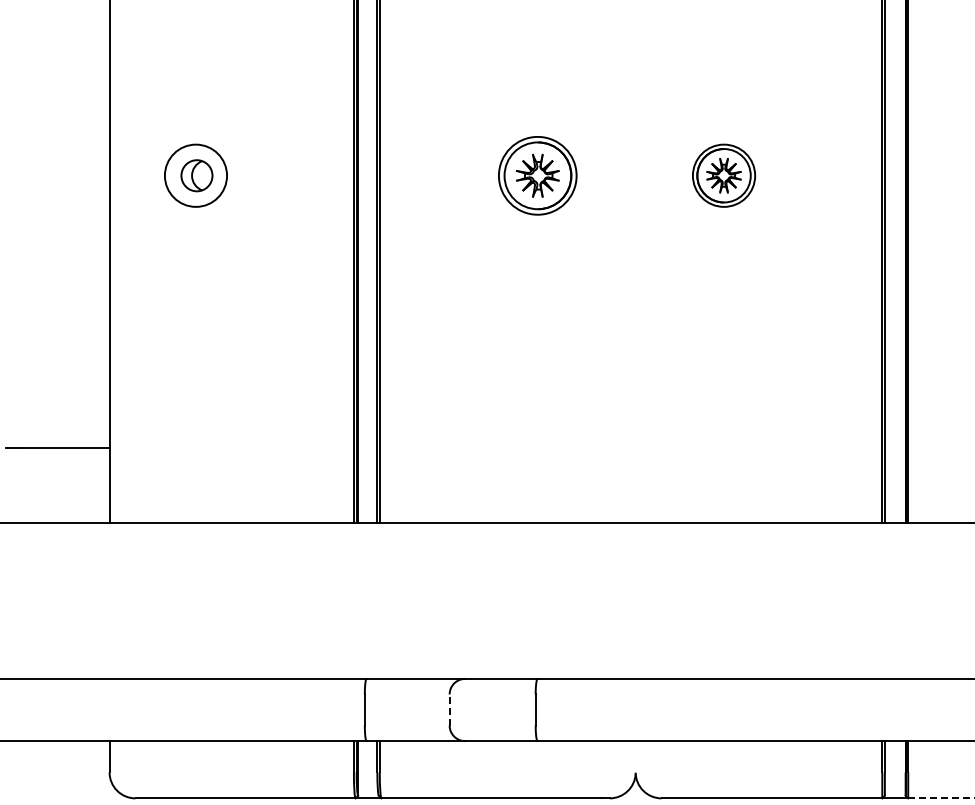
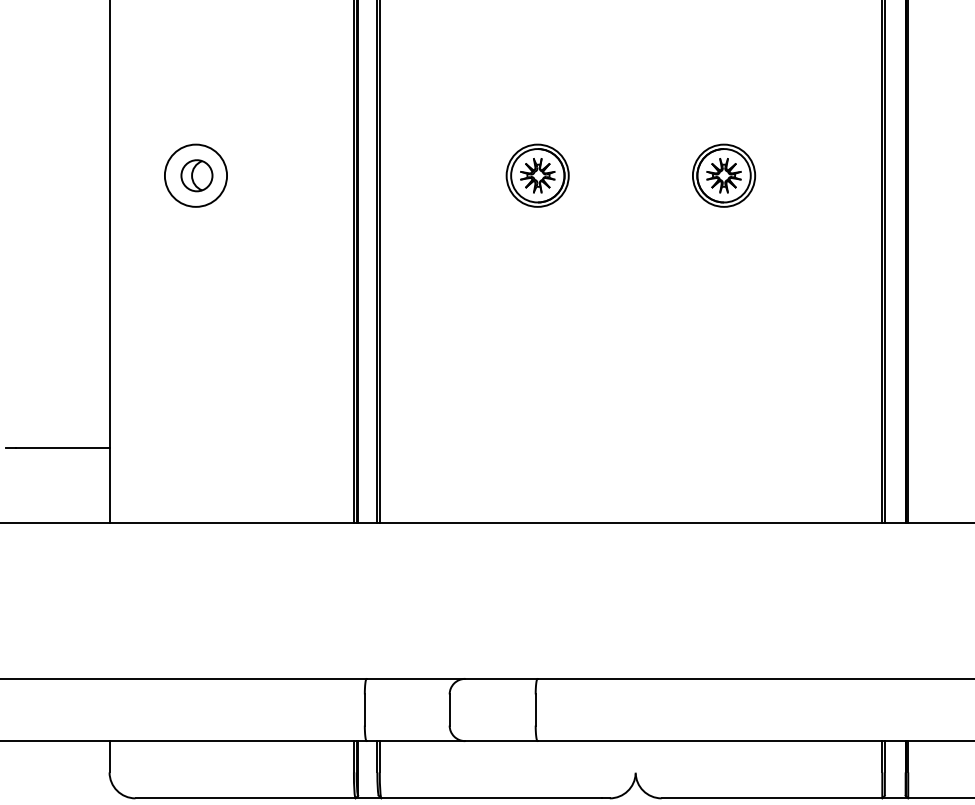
part at (537, 175) size: 80x80 px -> 65x65 px
line at (449, 710): dashed -> solid
line at (941, 798): dashed -> solid
